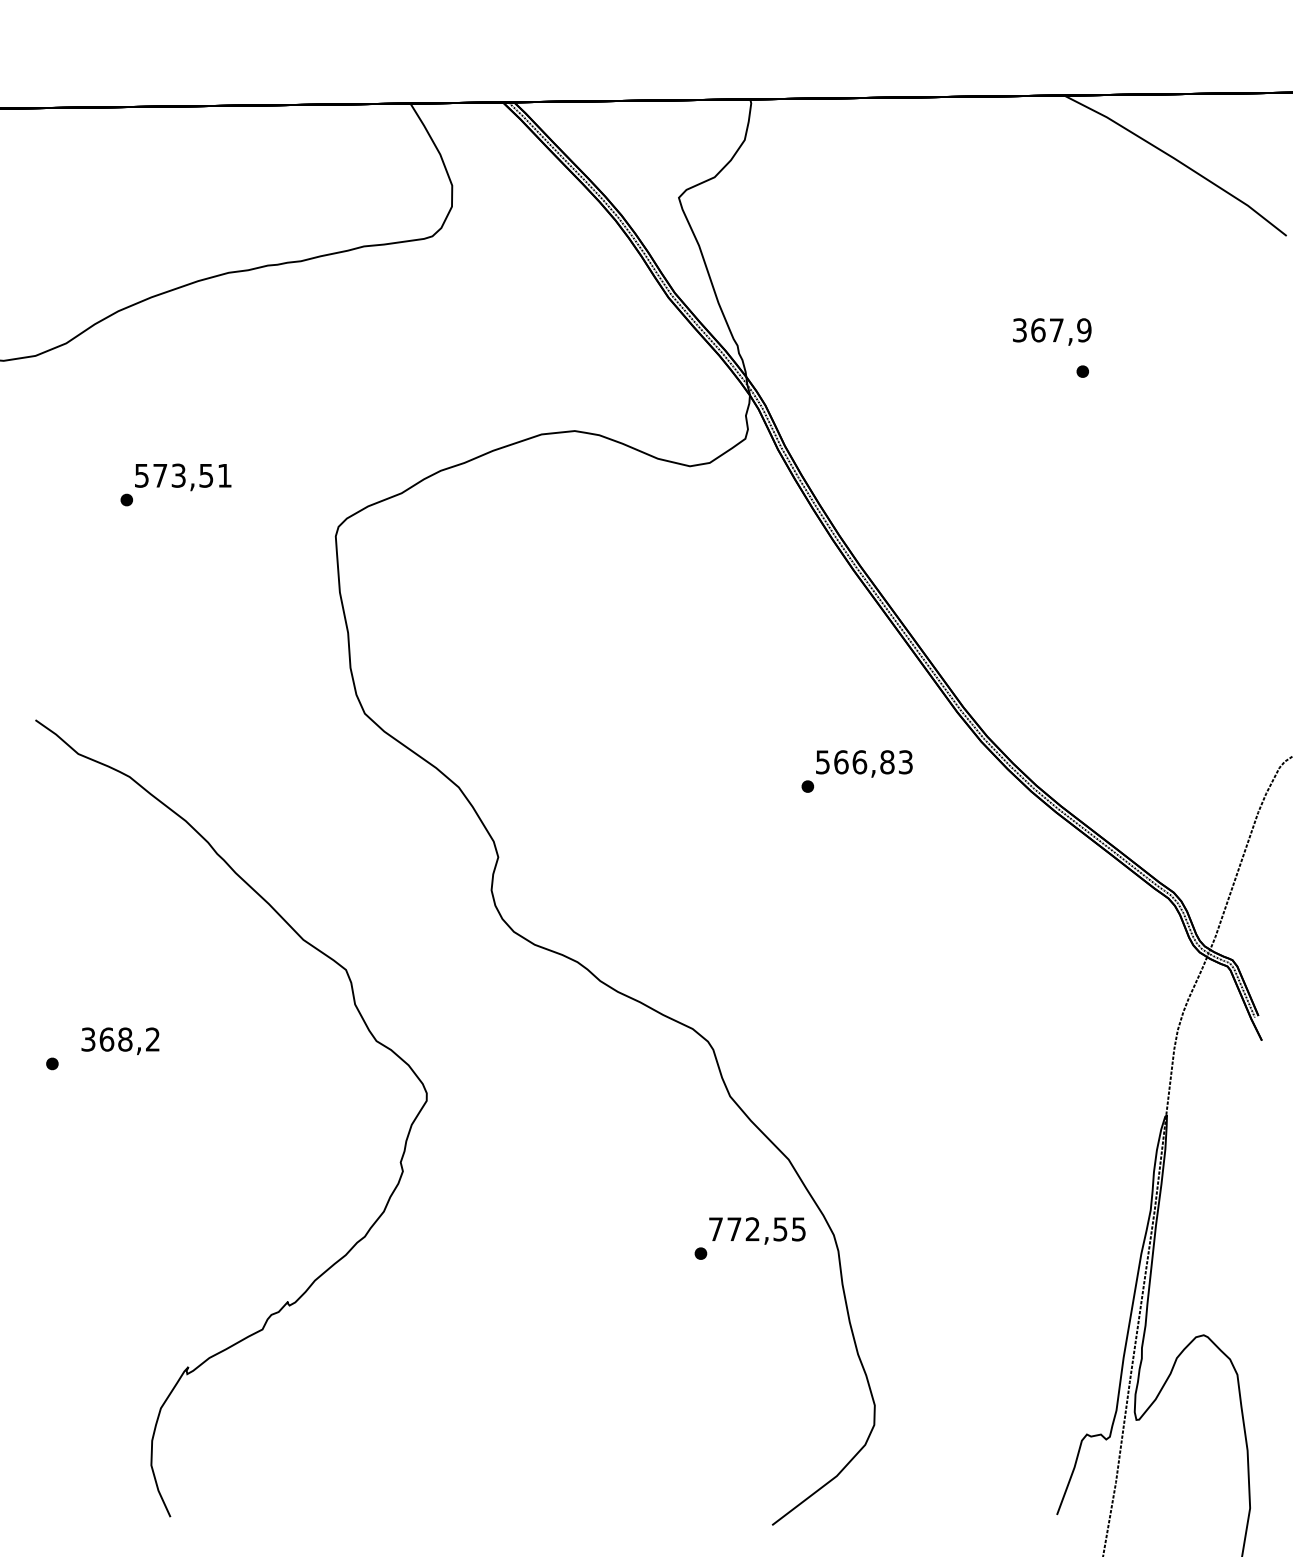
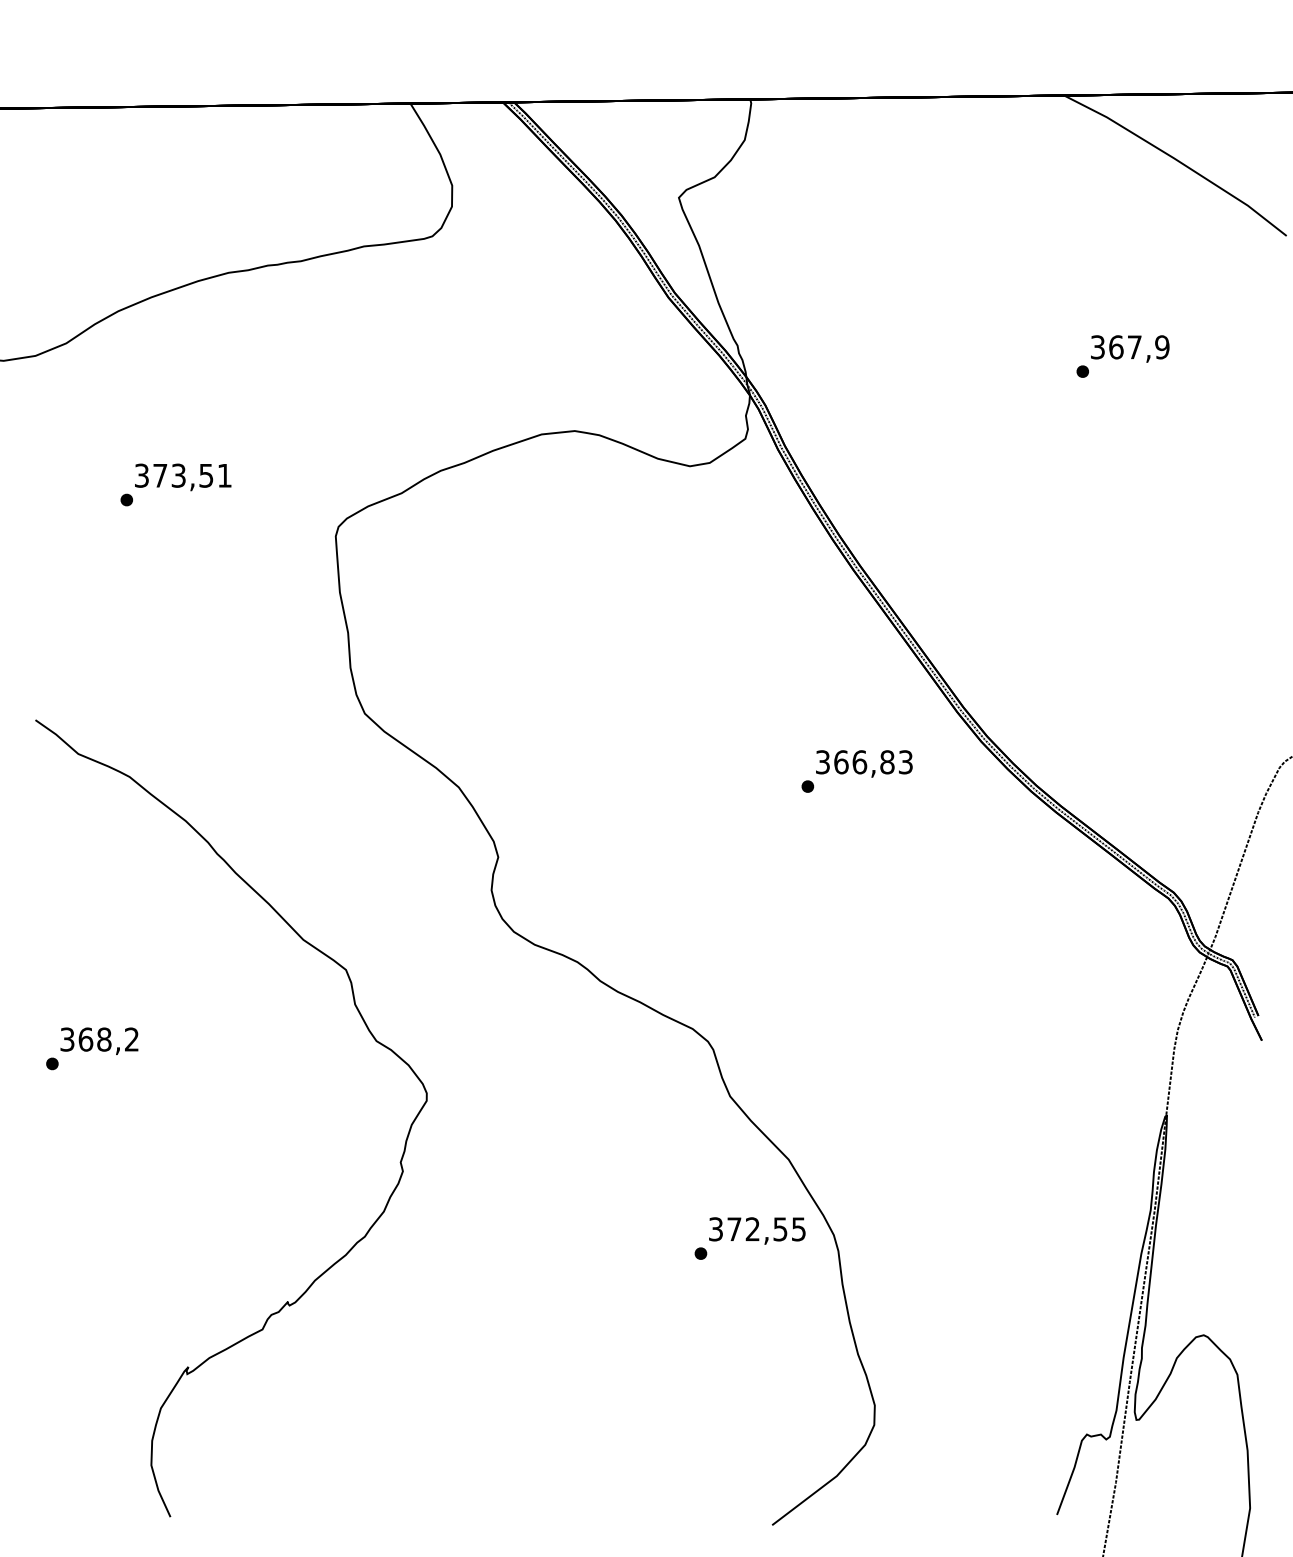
text at (1052, 331) position: (1052, 331) -> (1130, 348)
text at (141, 475): 573,51 -> 373,51
text at (822, 761): 566,83 -> 366,83
text at (120, 1040) position: (120, 1040) -> (99, 1040)
text at (715, 1229): 772,55 -> 372,55
